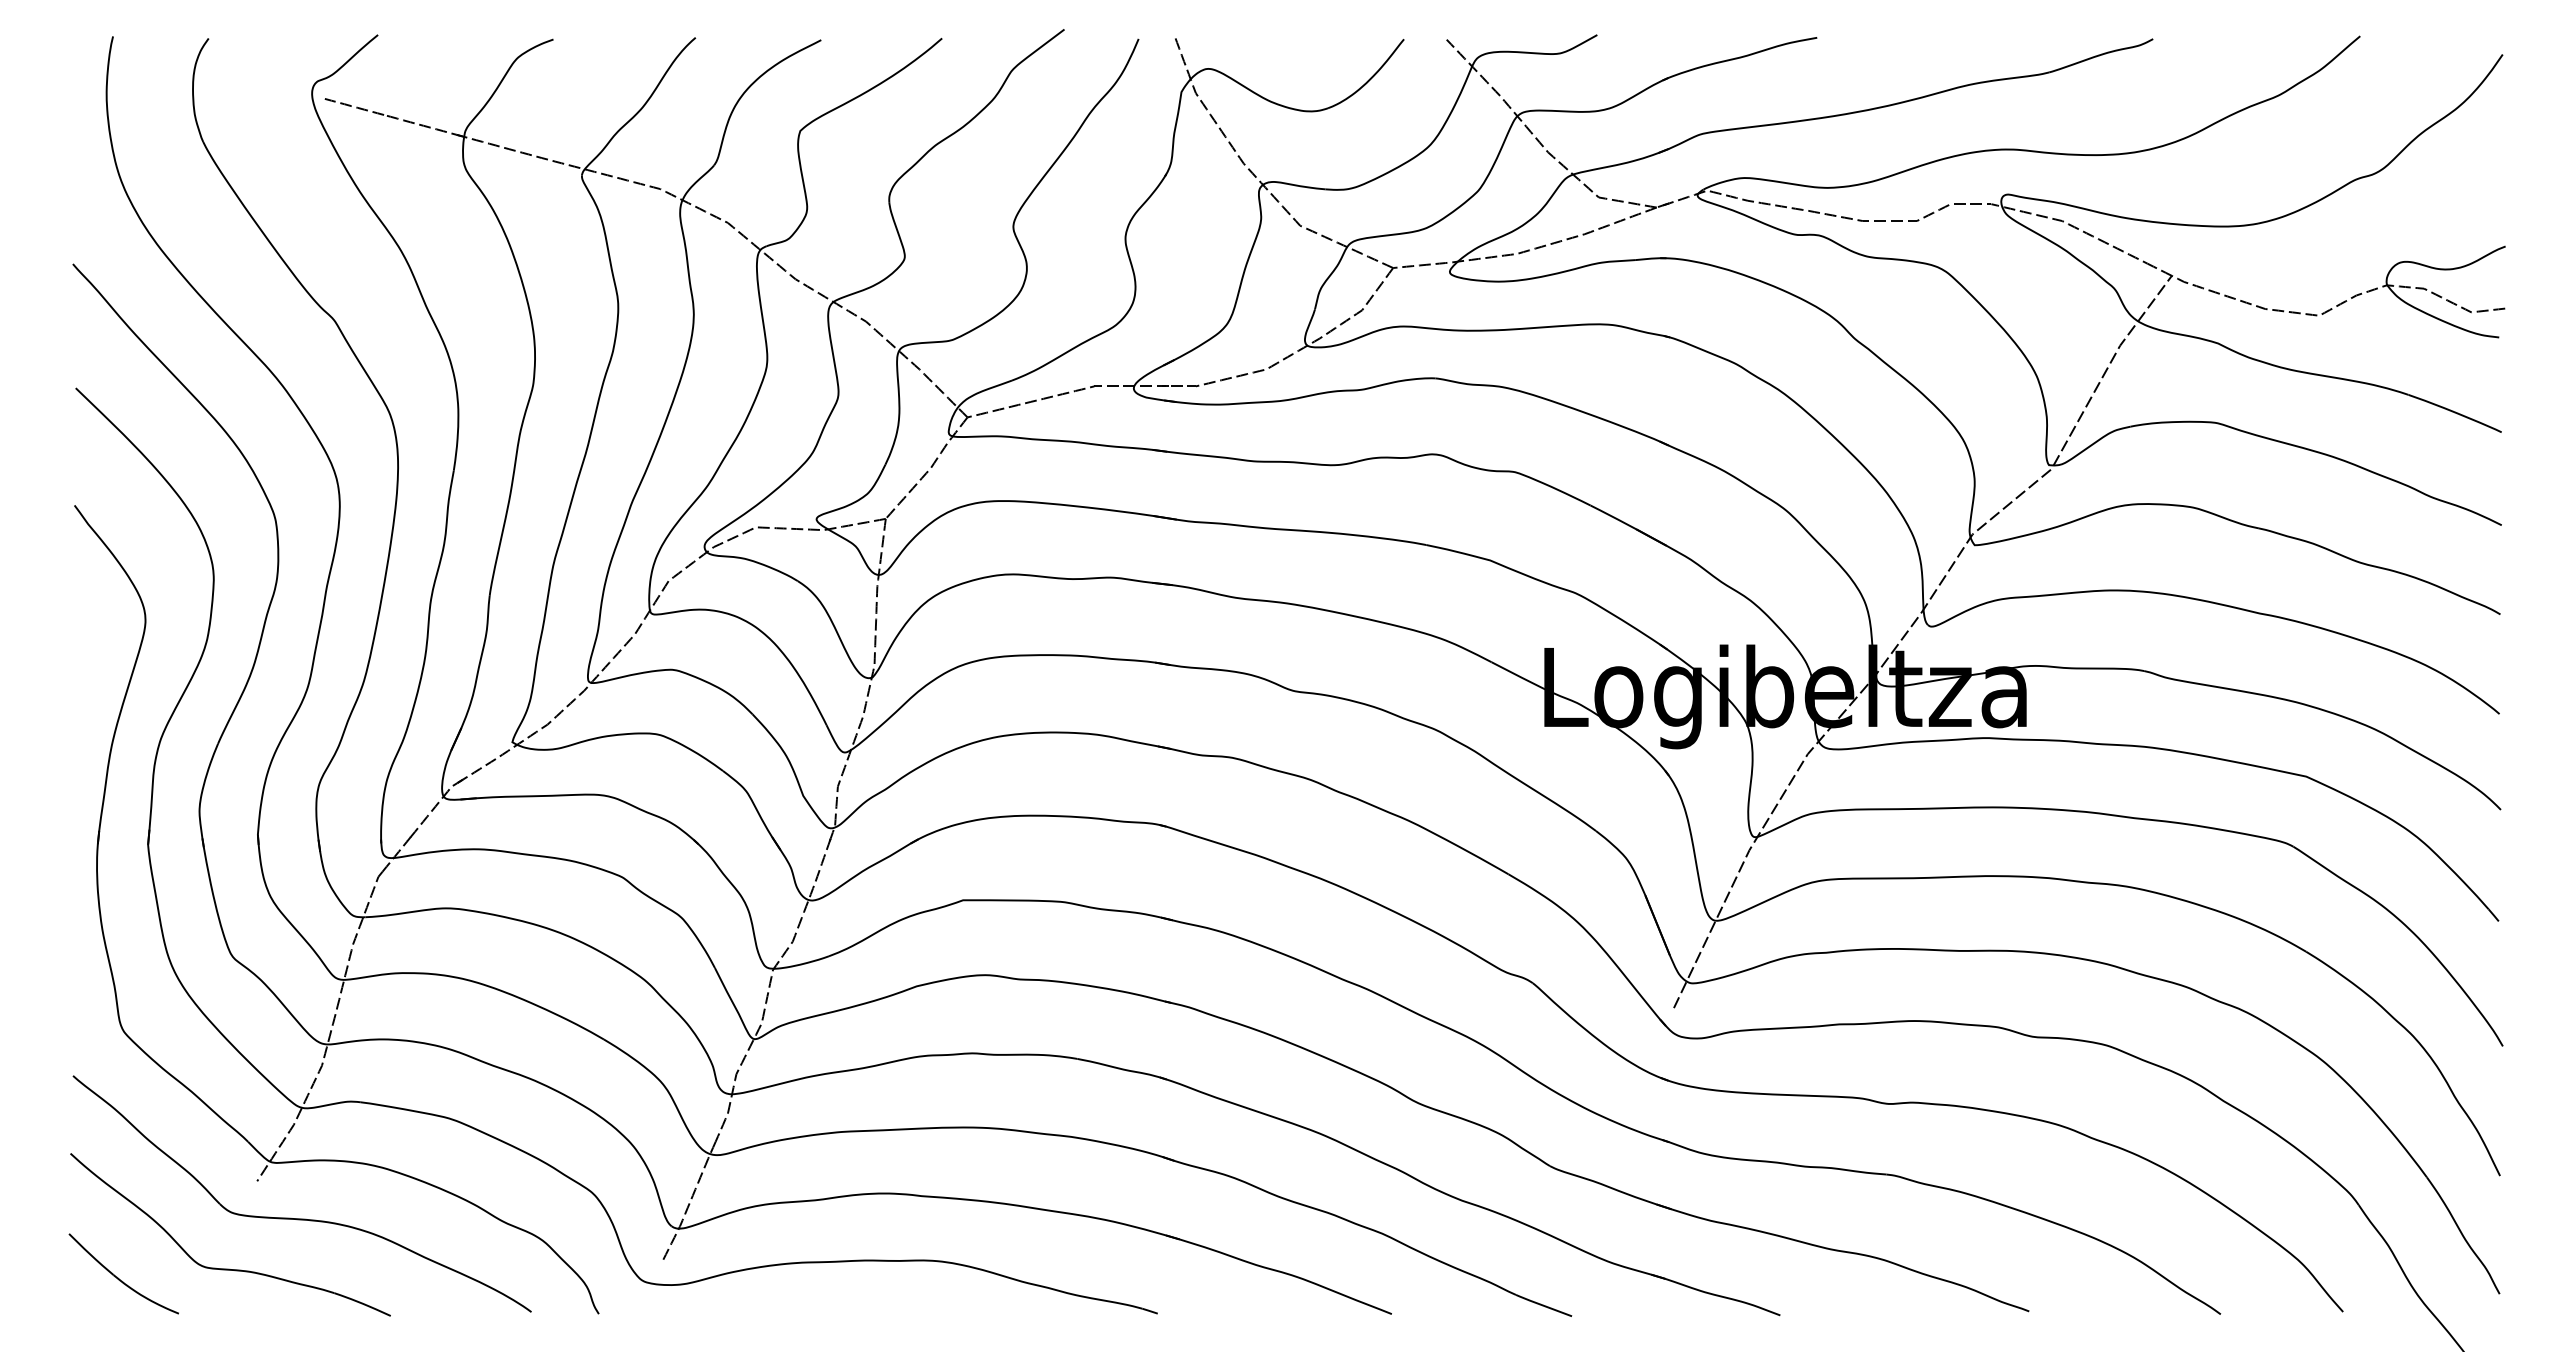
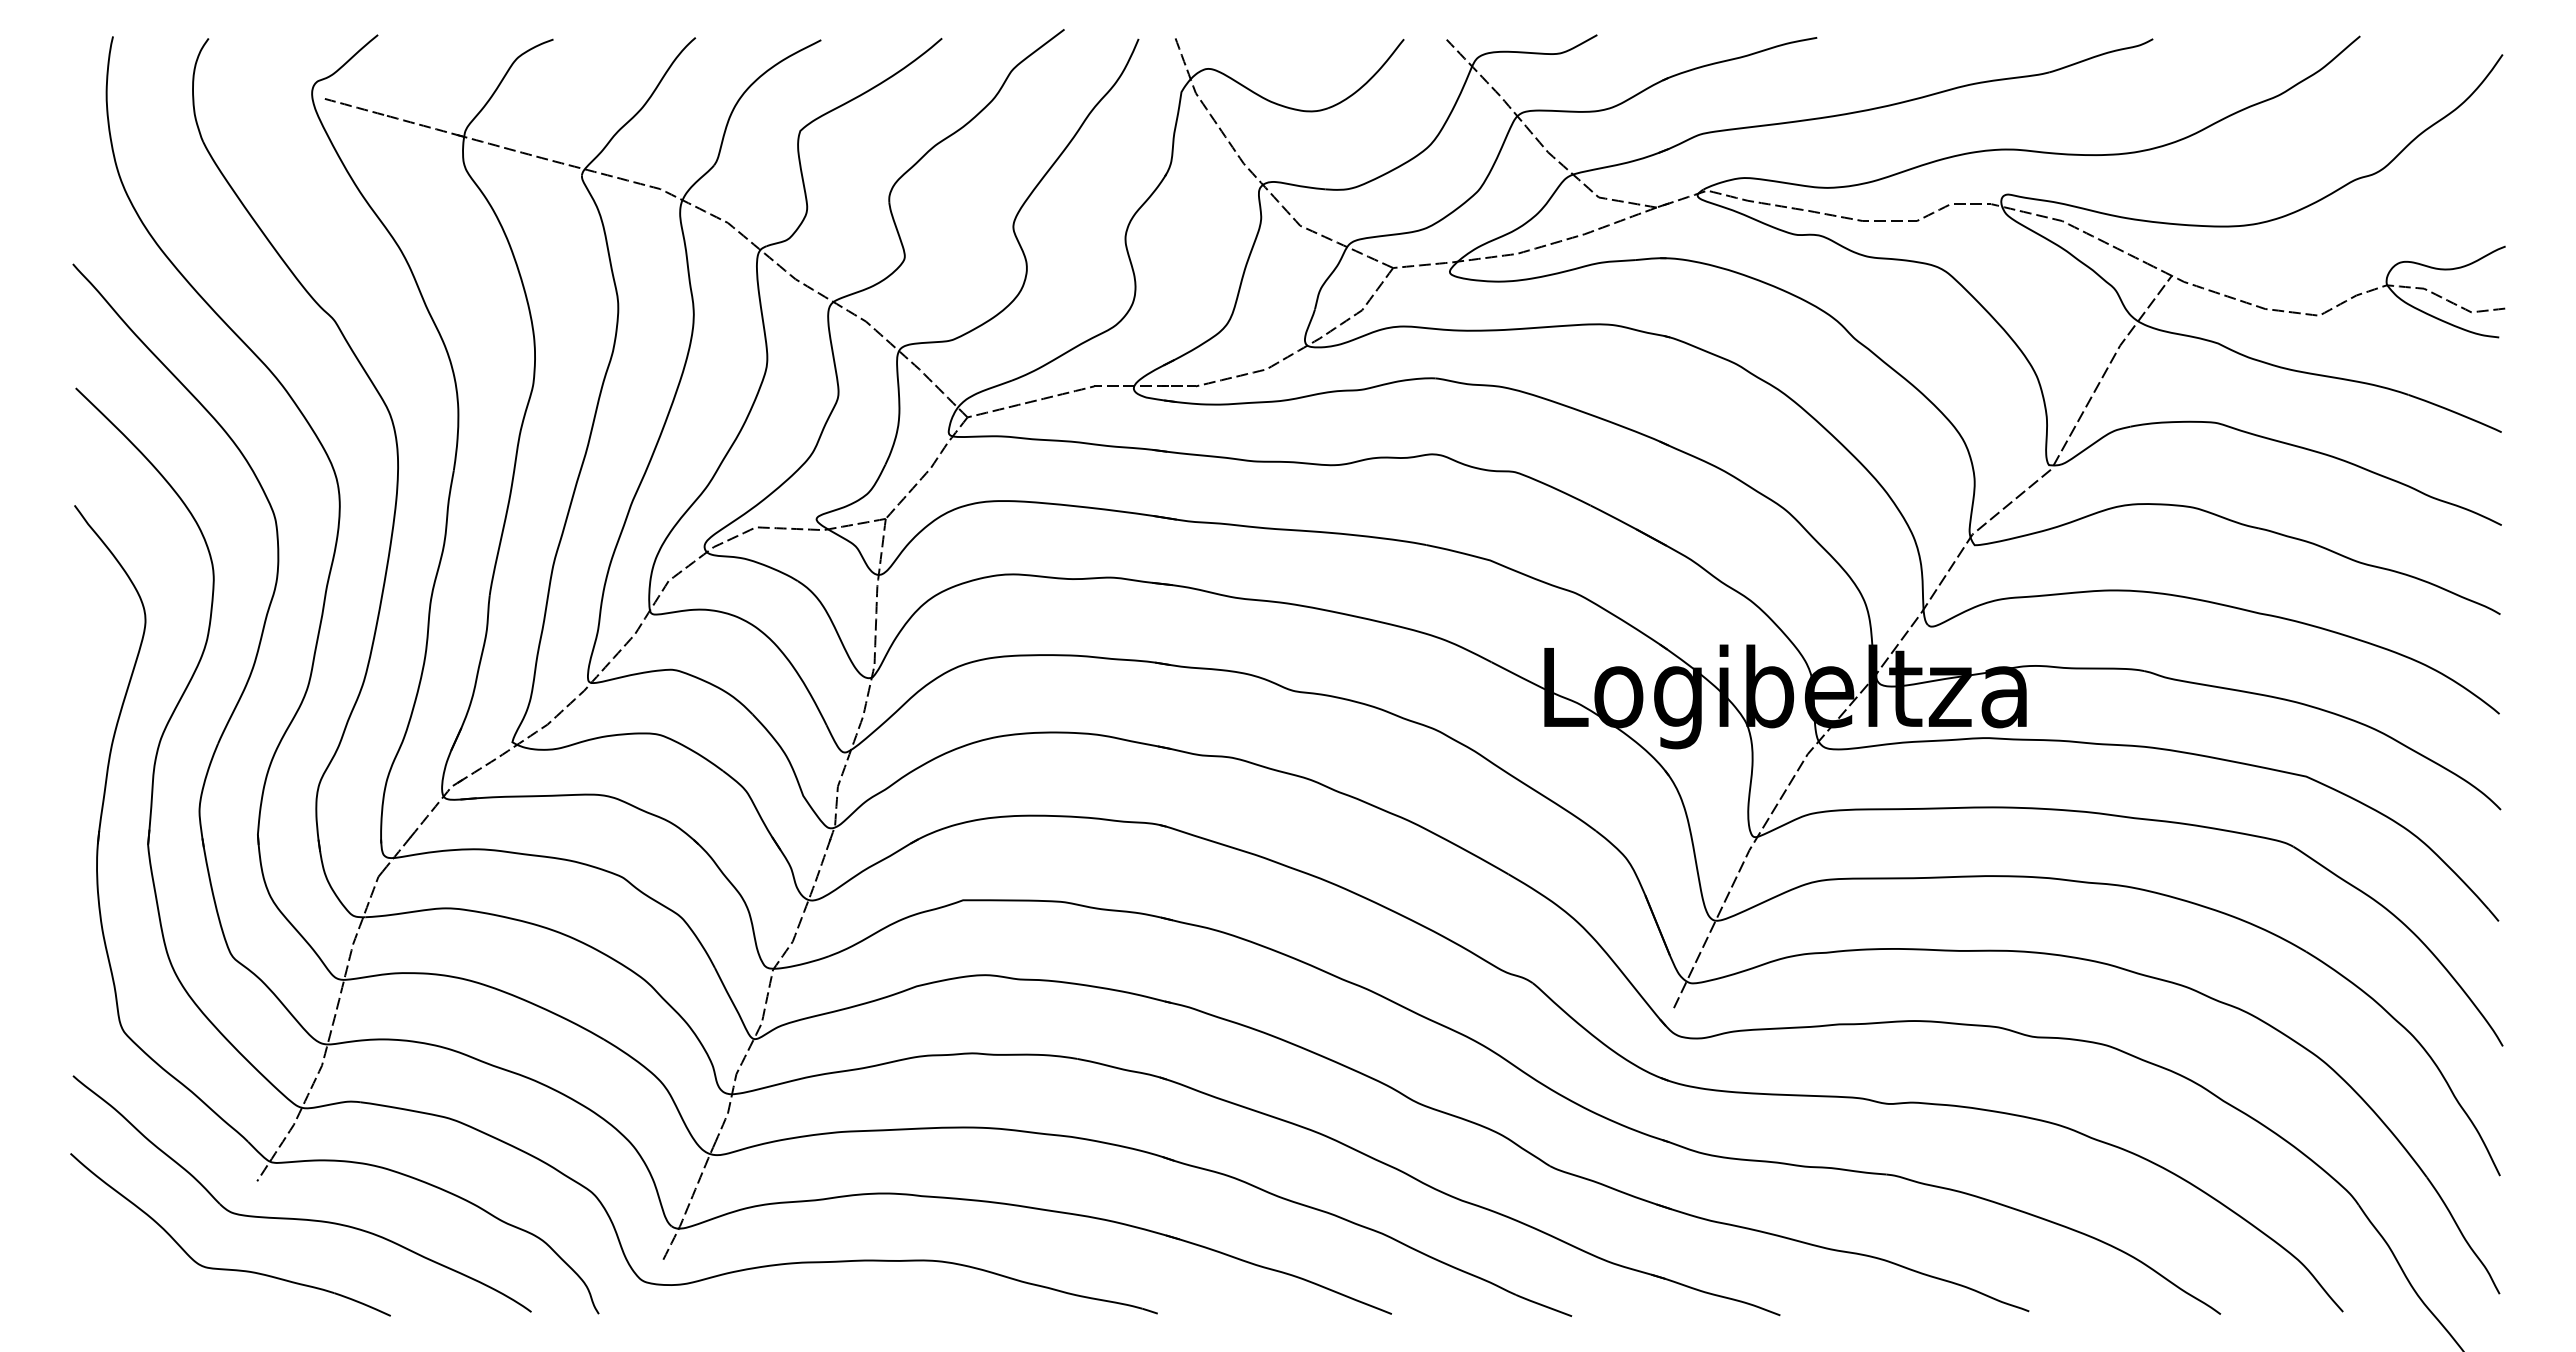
part at (118, 1277): present -> none
